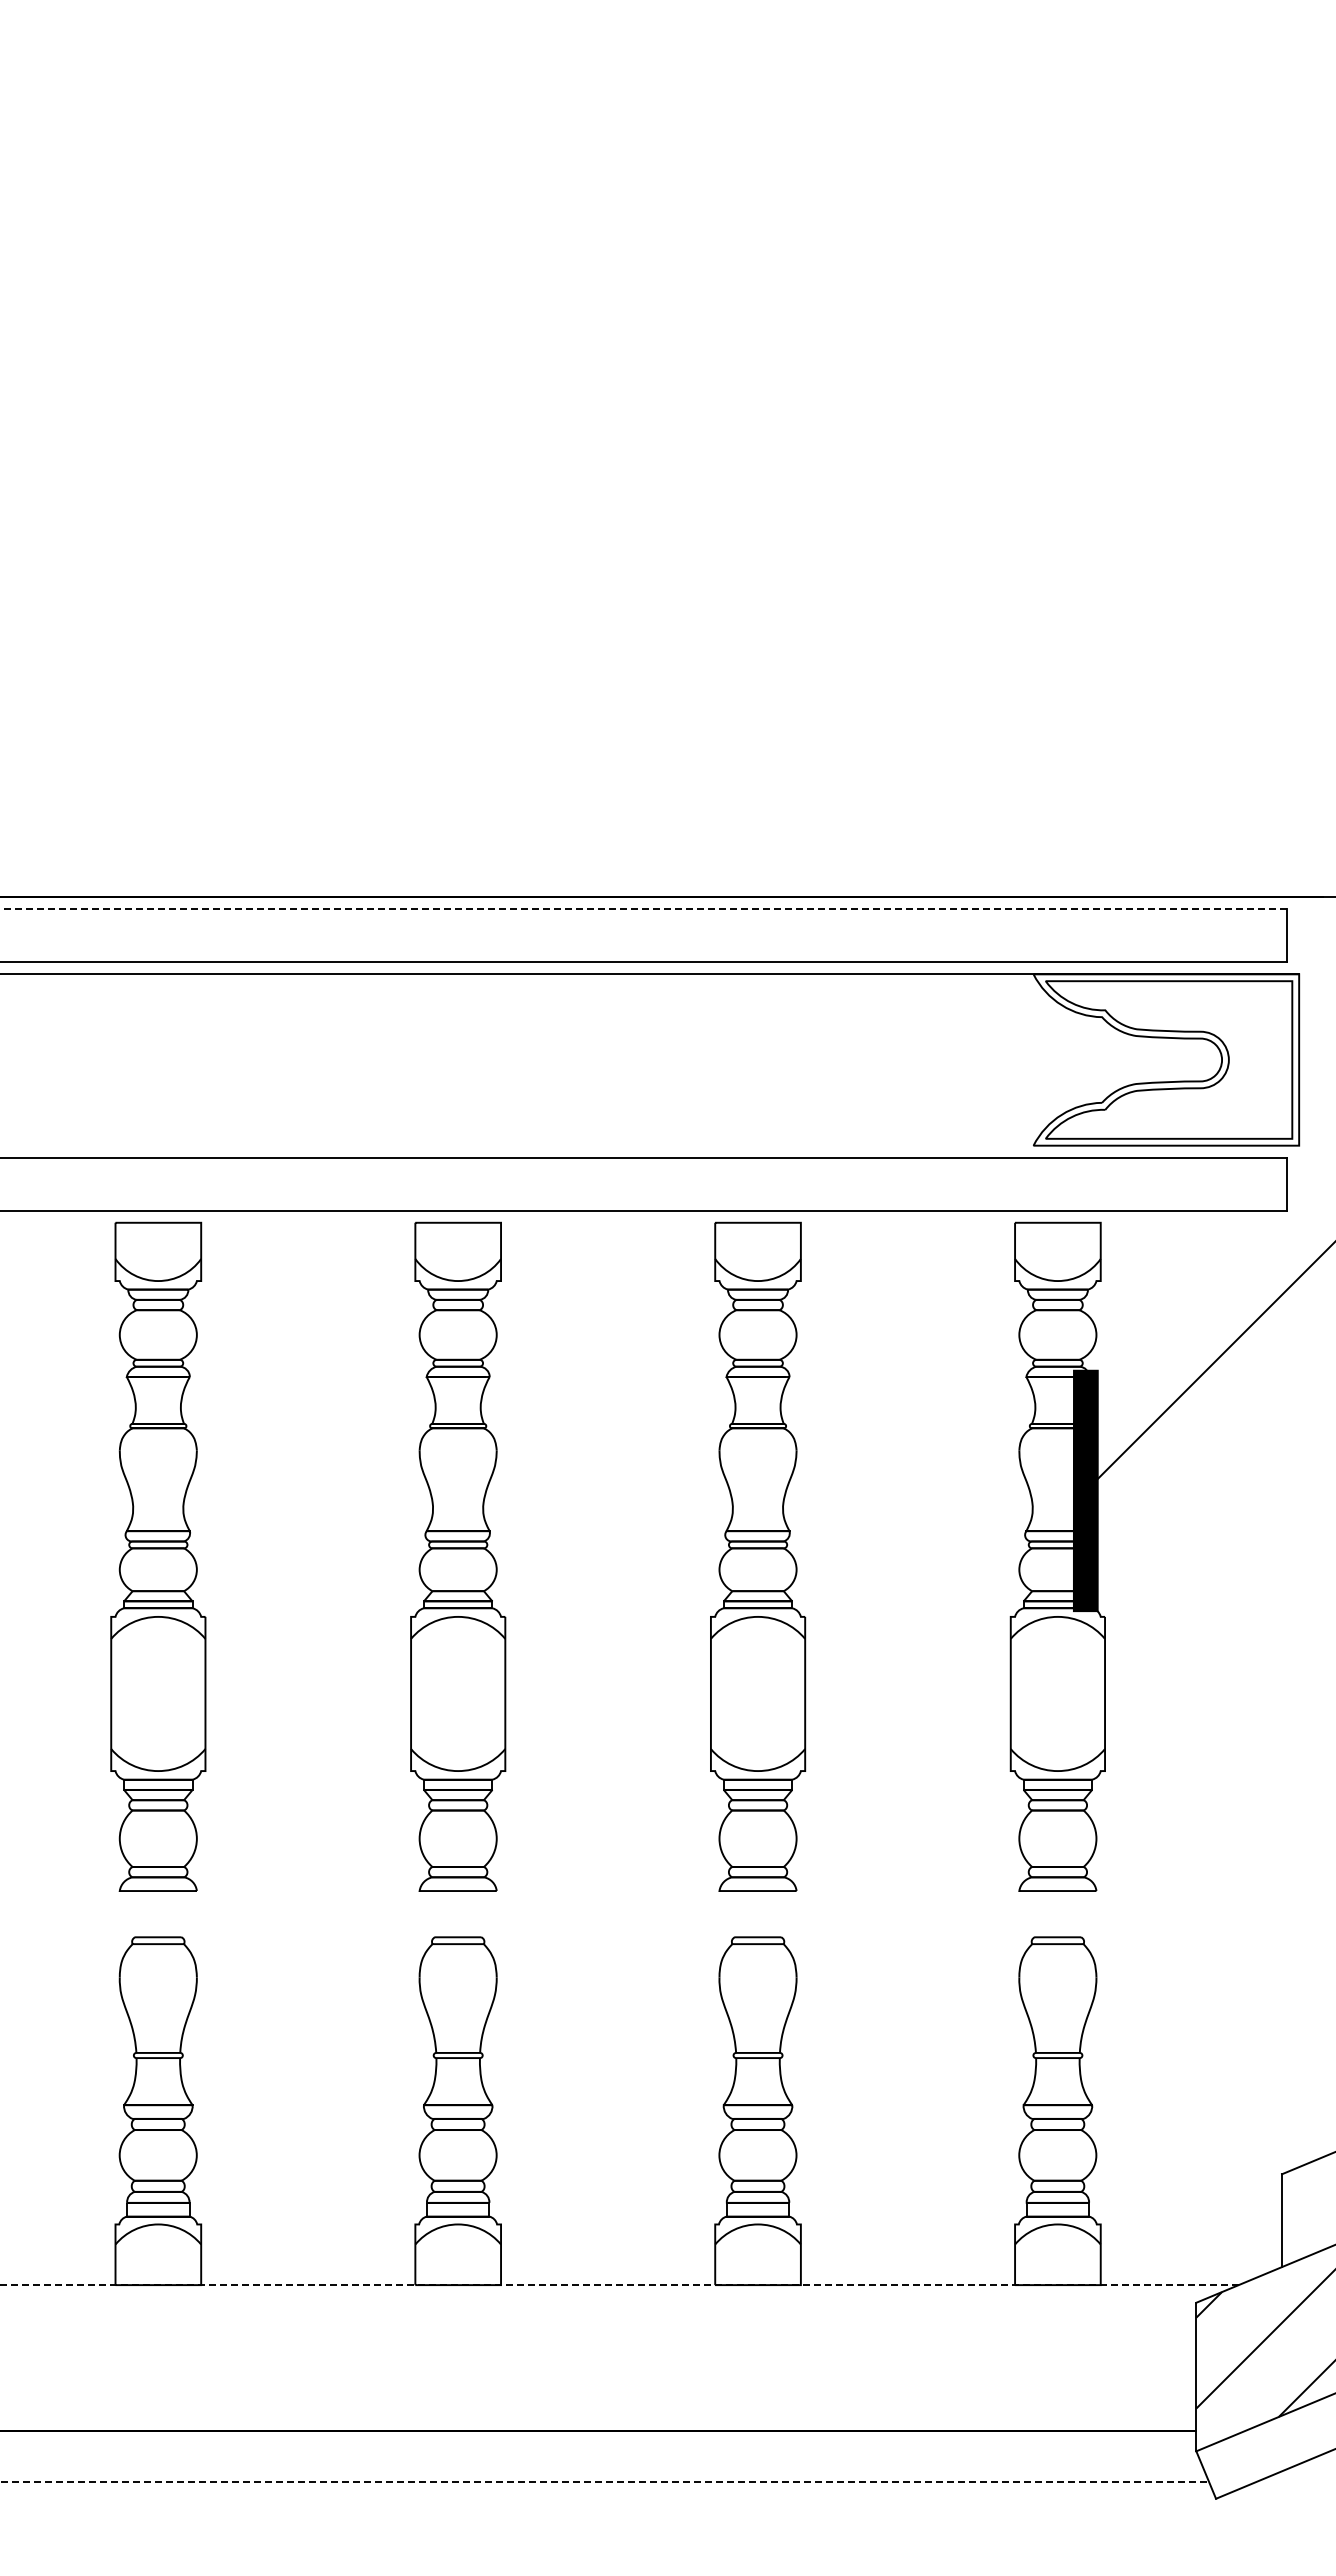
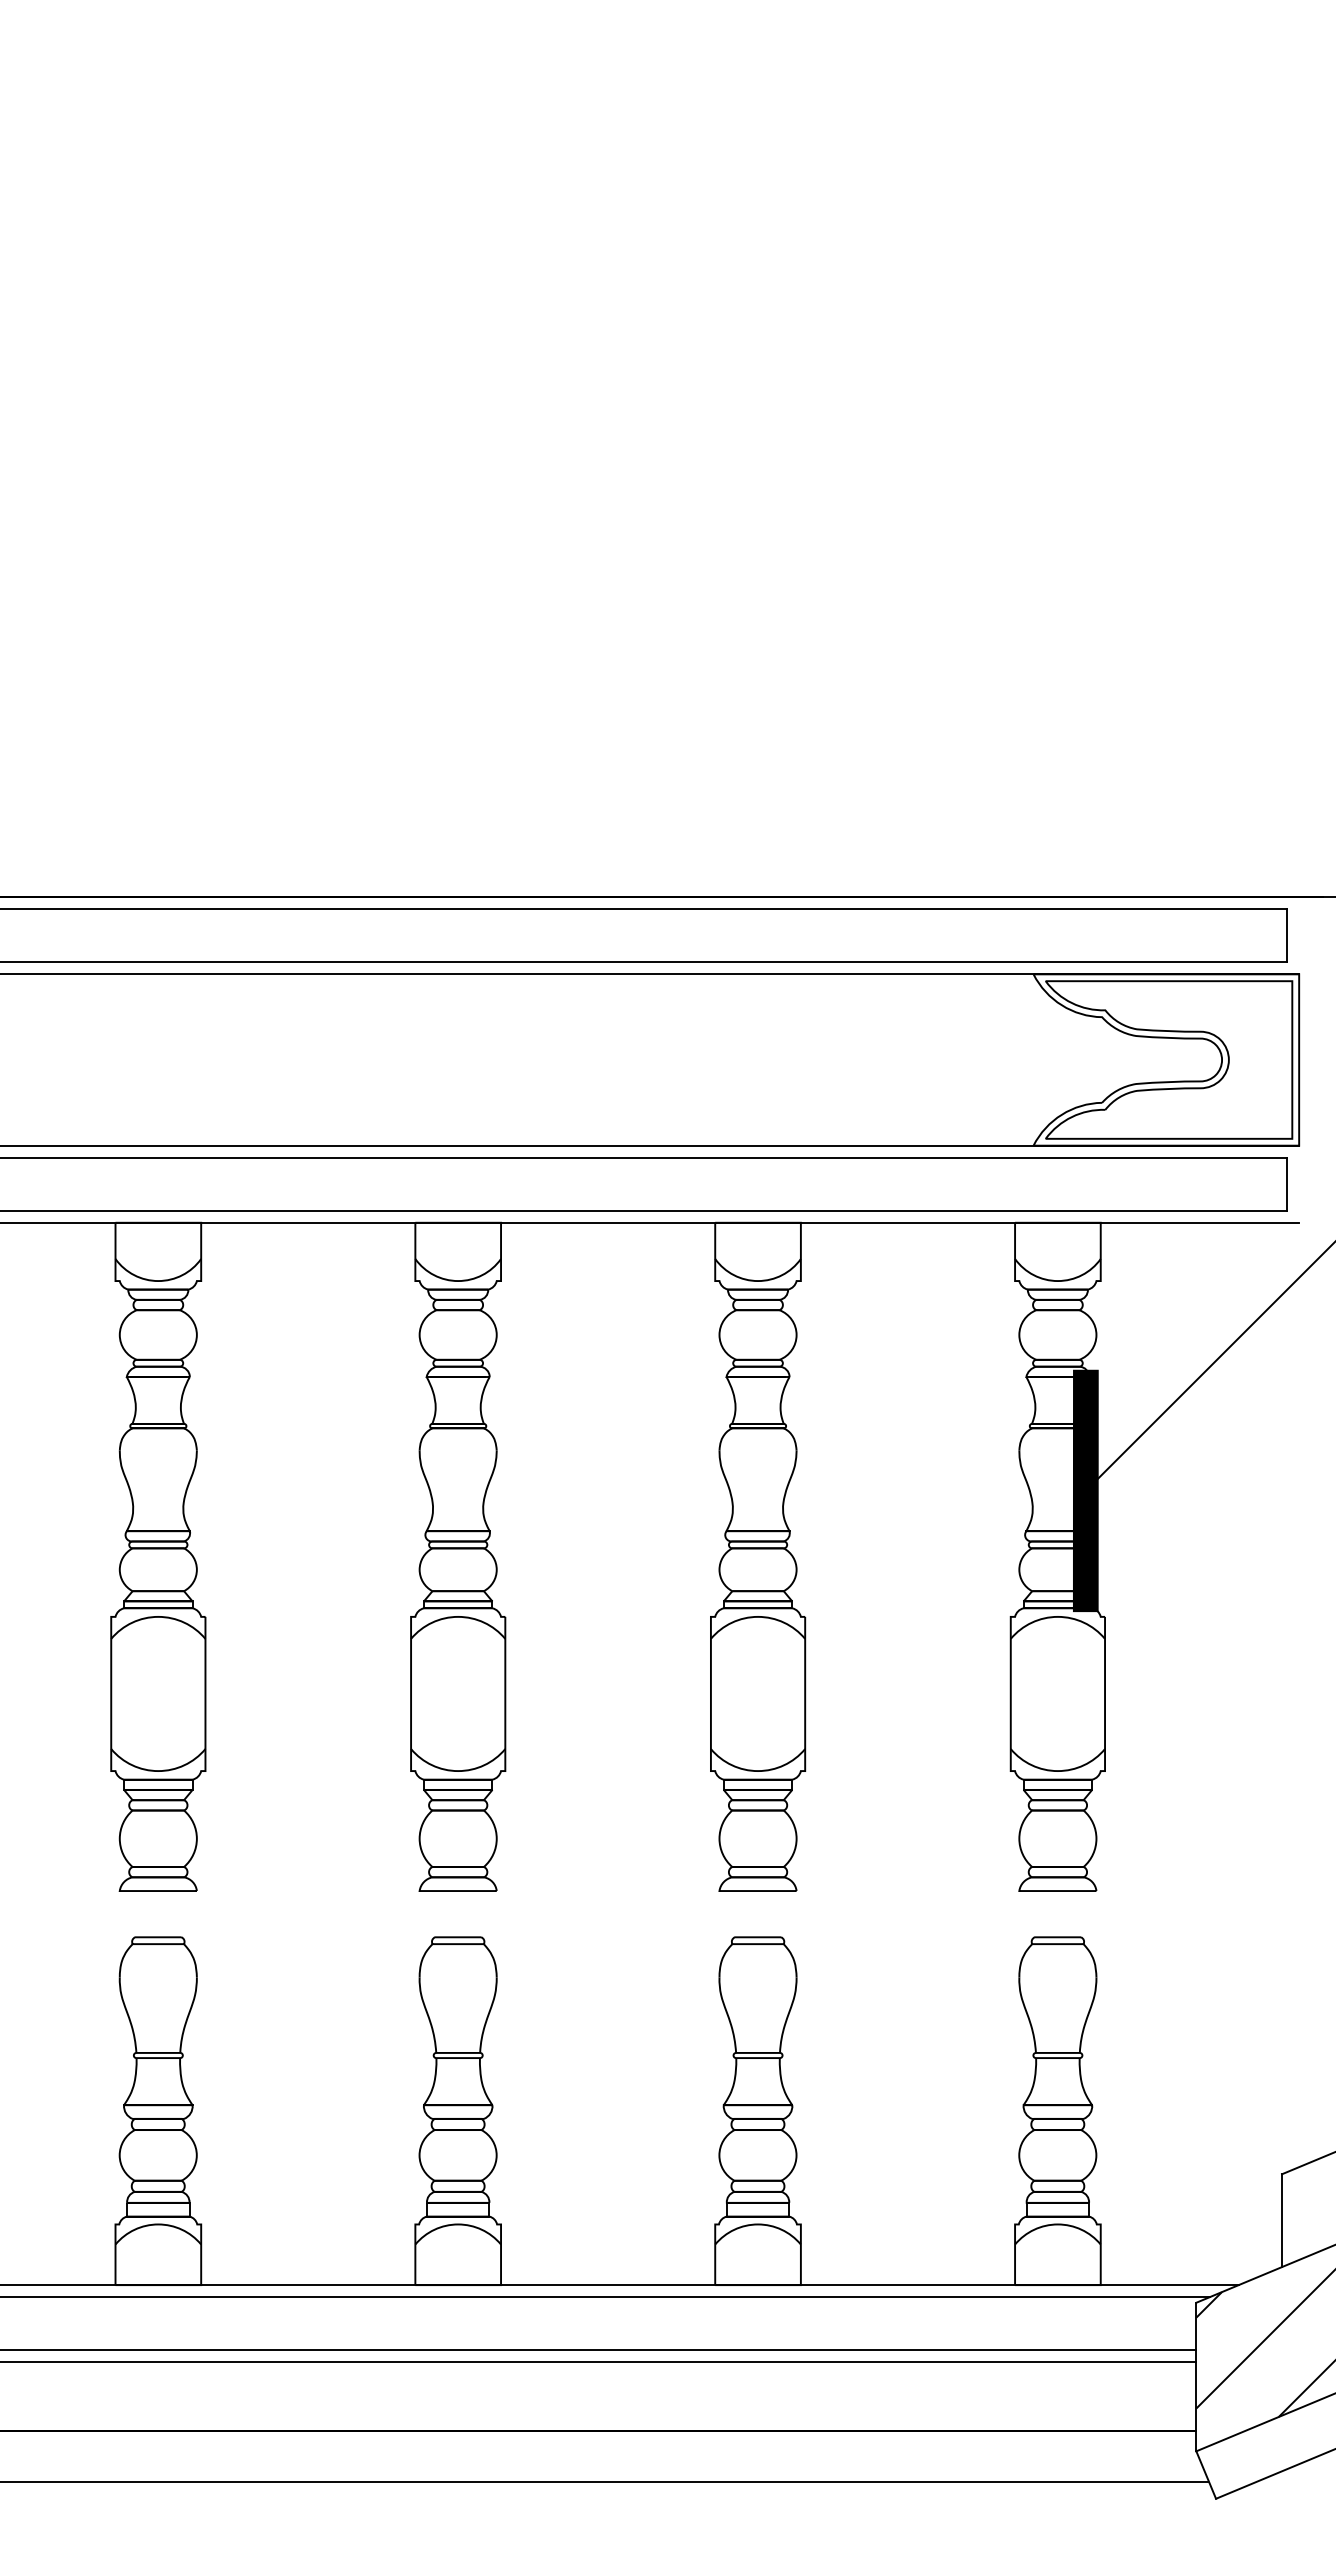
line at (643, 909): dashed -> solid
line at (650, 1145): none -> present
line at (650, 1222): none -> present
line at (619, 2285): dashed -> solid
line at (605, 2297): none -> present
line at (599, 2350): none -> present
line at (599, 2362): none -> present
line at (605, 2482): dashed -> solid
